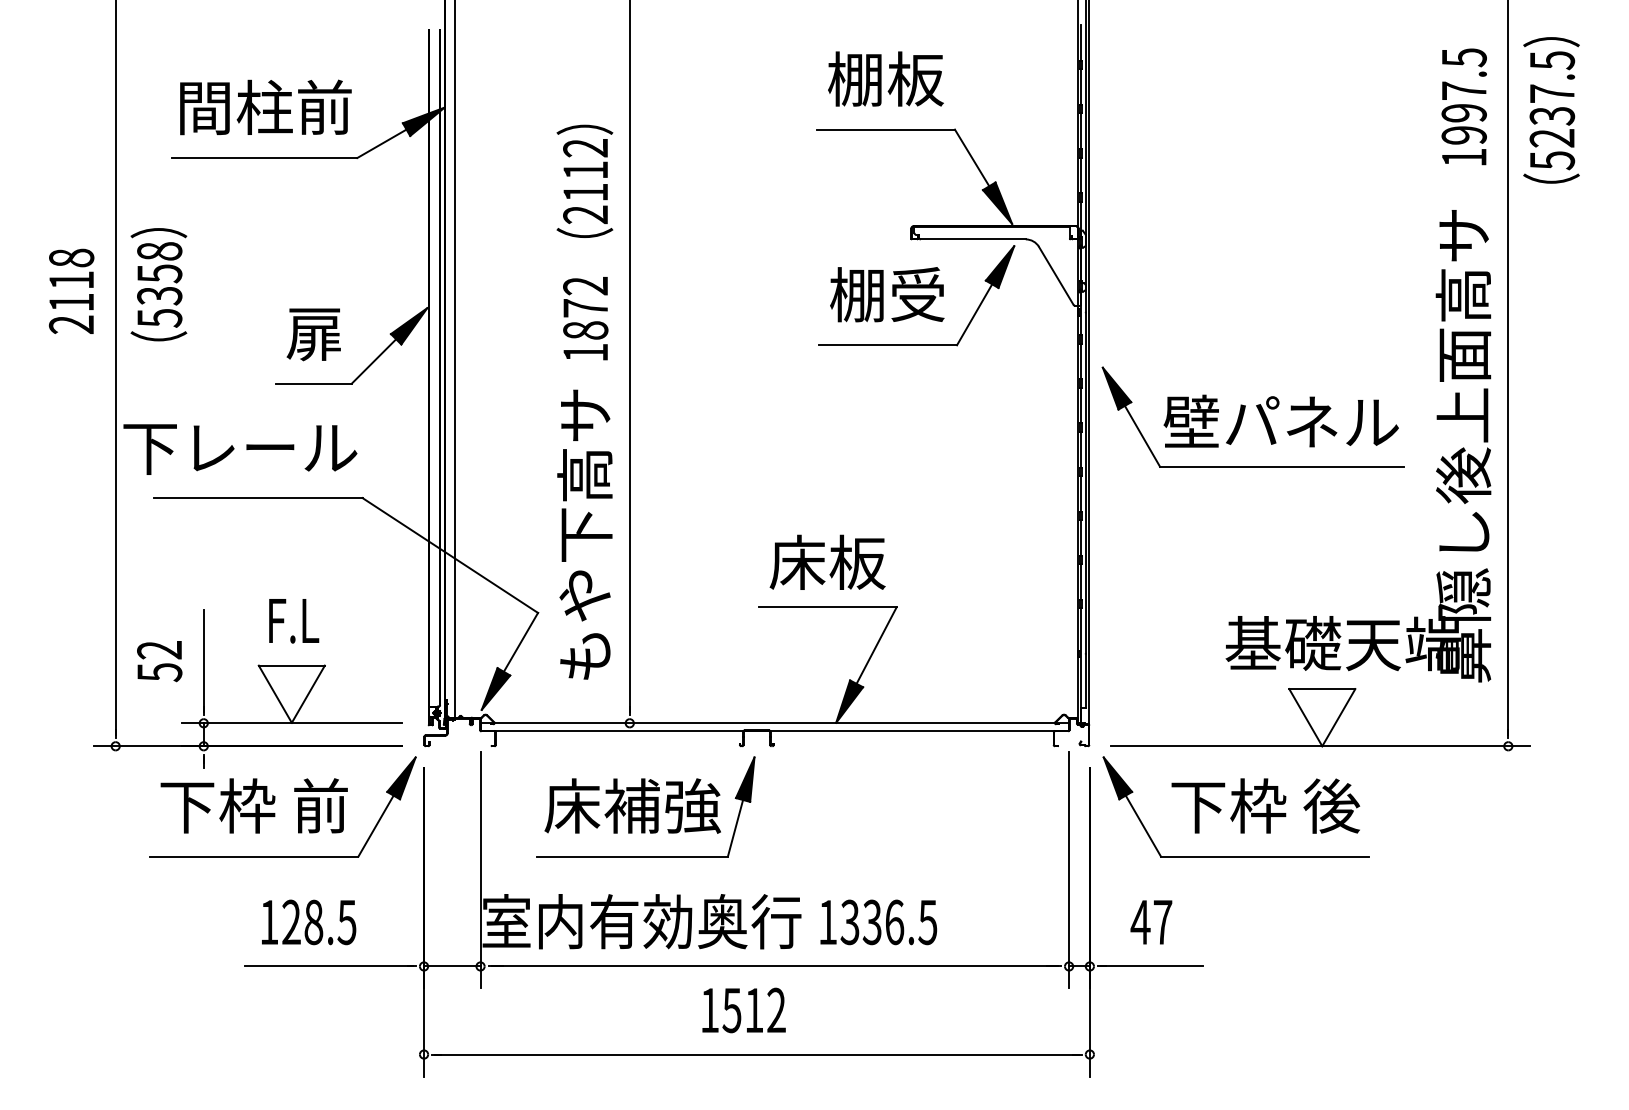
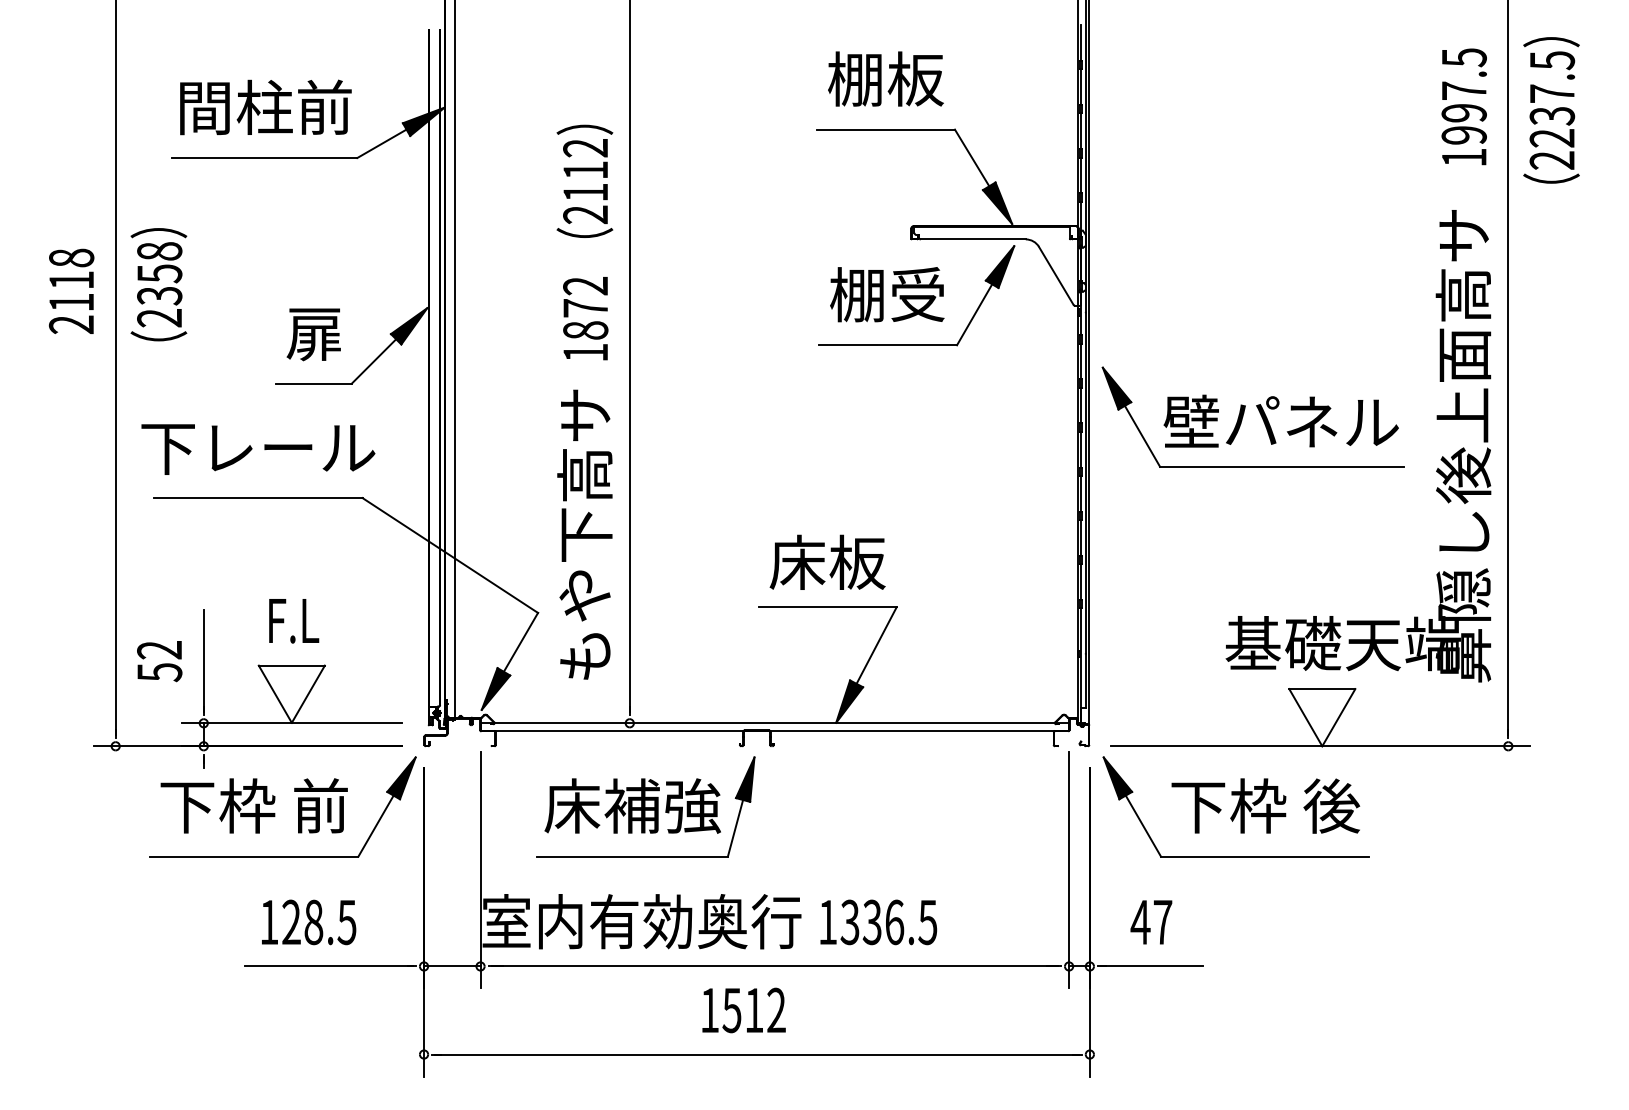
text at (1552, 160): 5237.5 -> 2237.5
text at (159, 318): 5358 -> 2358
text at (240, 449) position: (240, 449) -> (258, 449)
